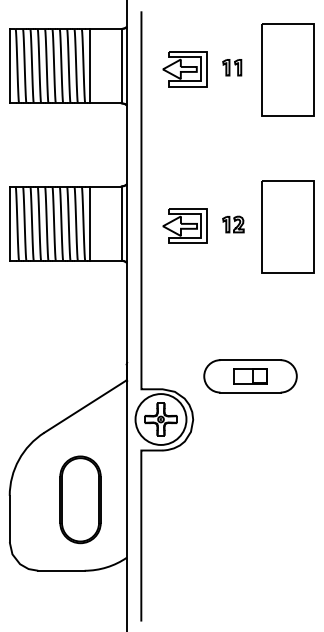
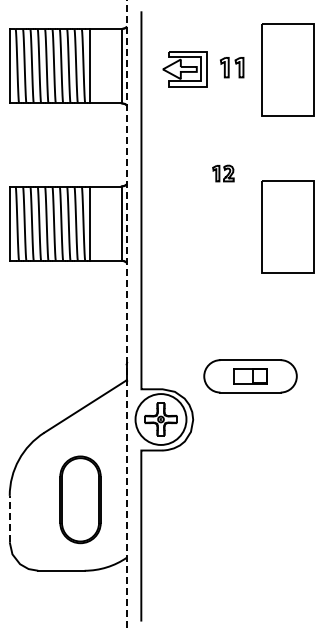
part at (232, 67) size: 21x18 px -> 25x22 px
part at (233, 224) position: (233, 224) -> (223, 173)
part at (184, 225): present -> none
line at (127, 316): solid -> dashed
line at (9, 518): solid -> dashed
